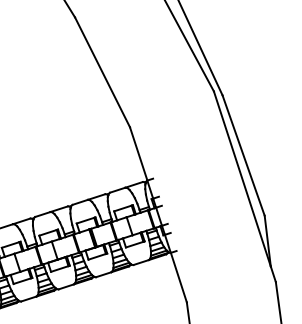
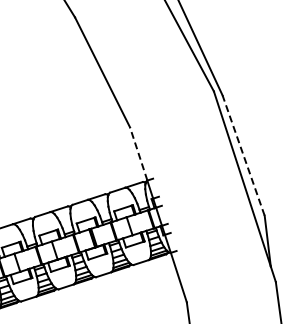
line at (138, 153): solid -> dashed
line at (243, 155): solid -> dashed
